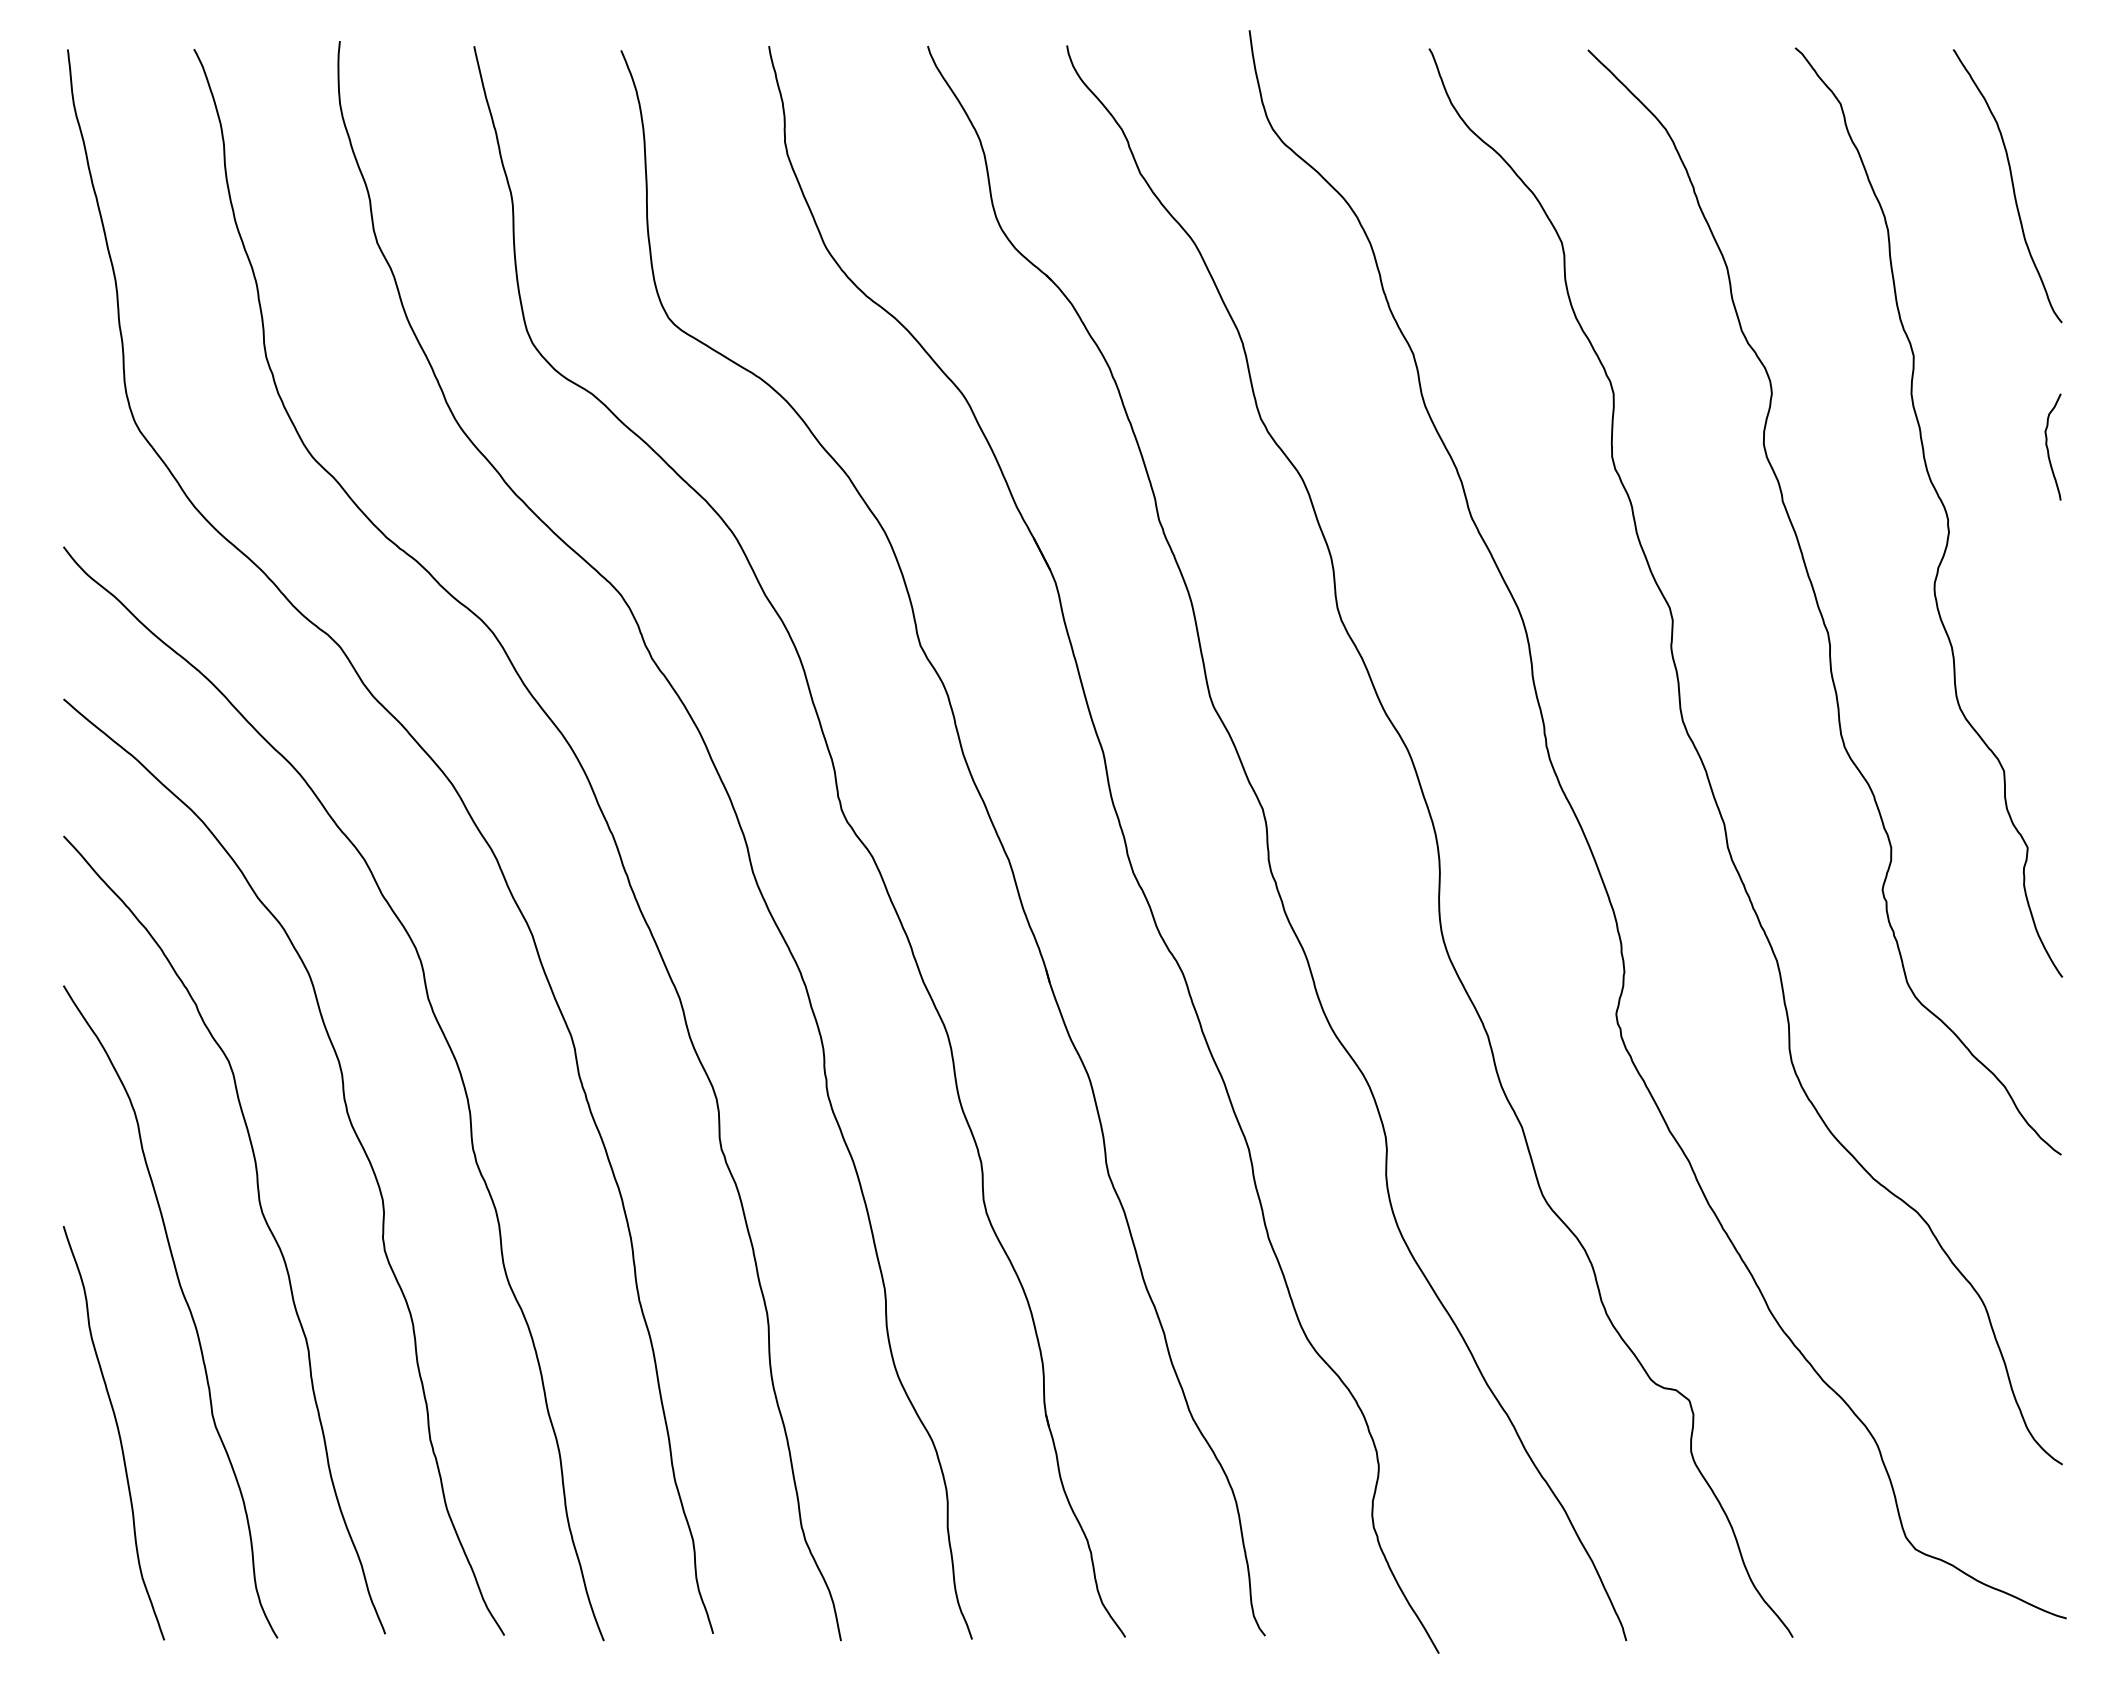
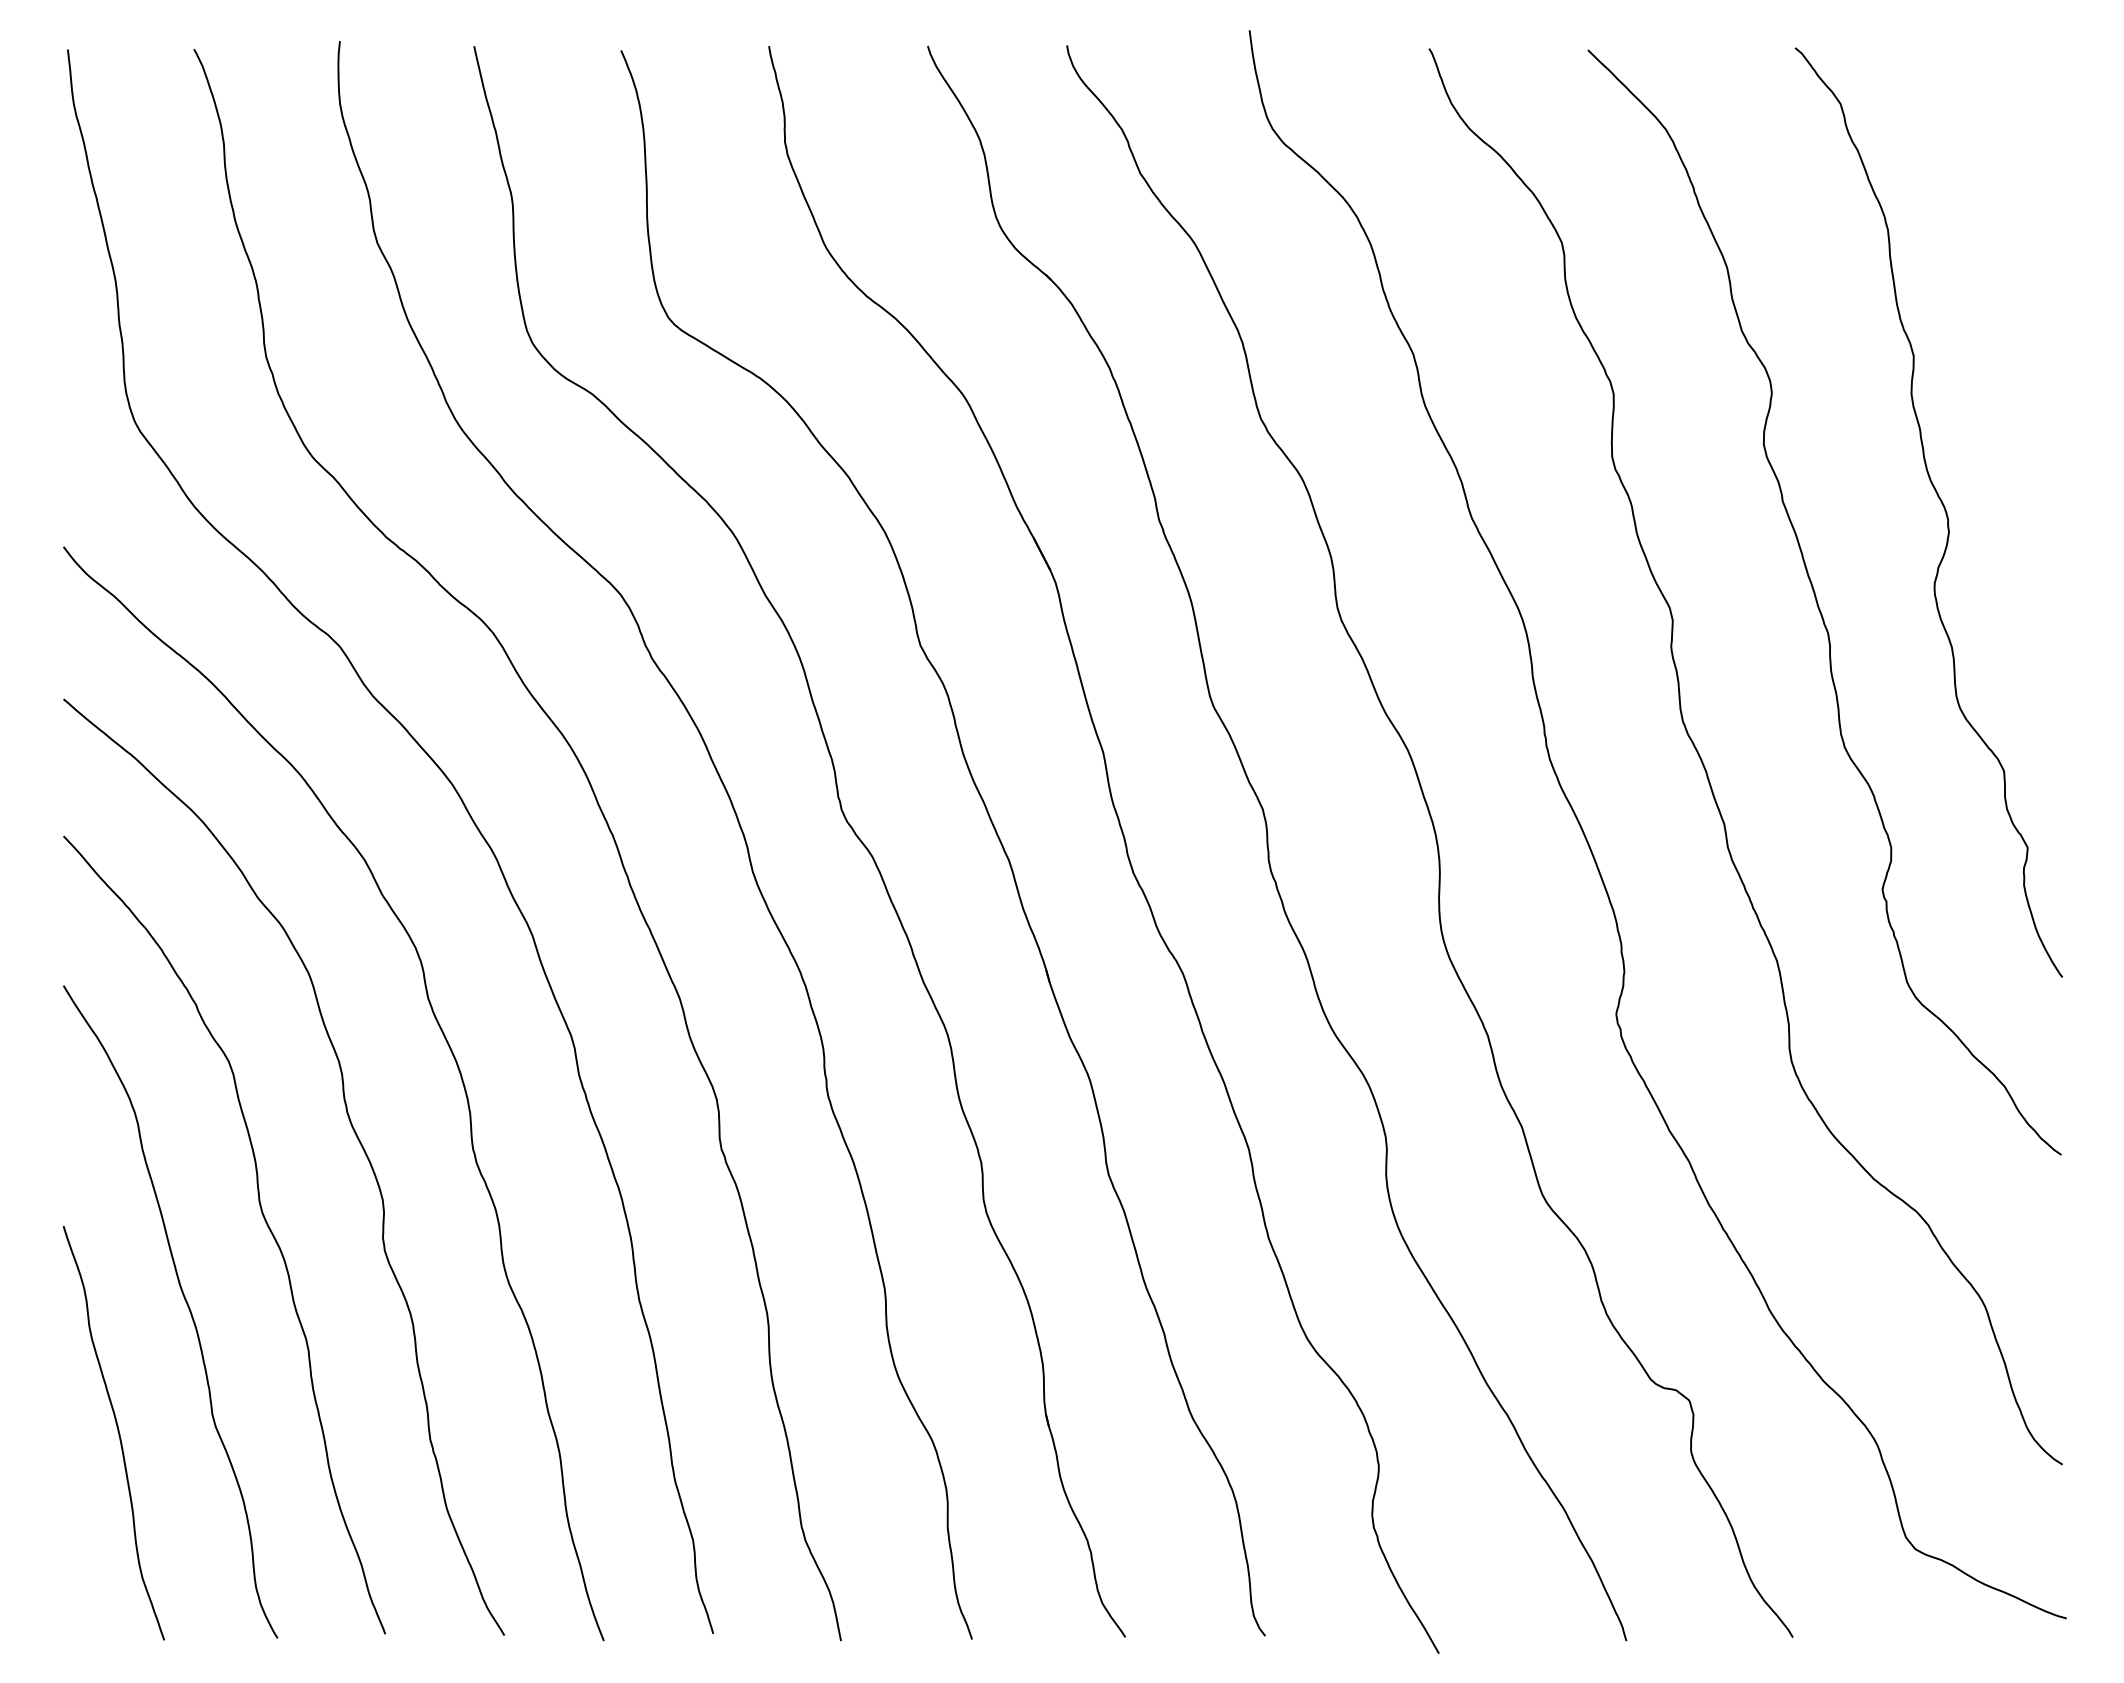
curve at (2011, 183): present -> none
curve at (2048, 447): present -> none
